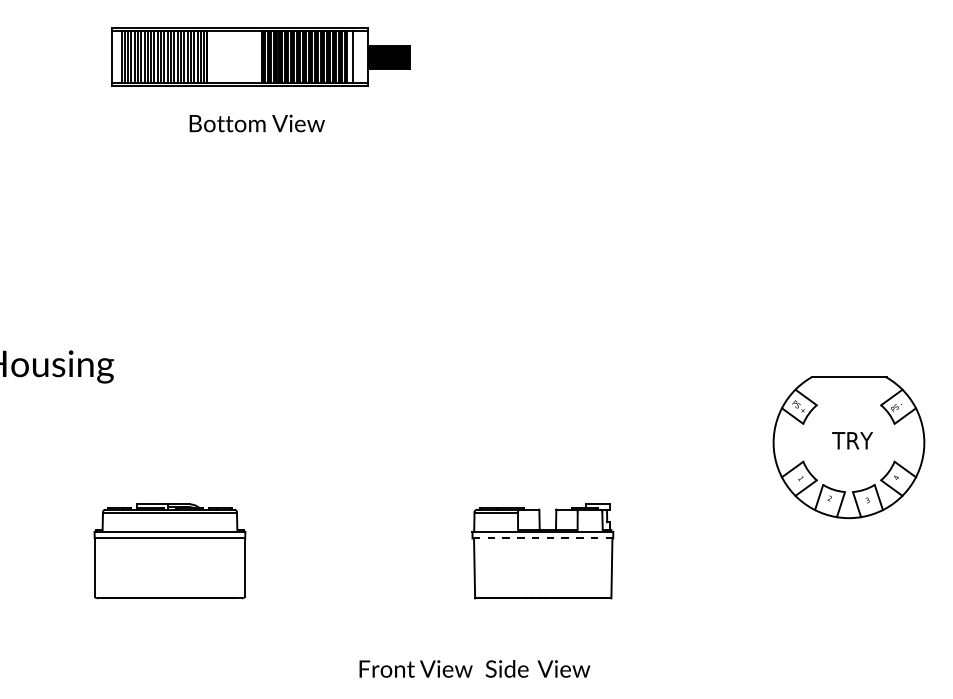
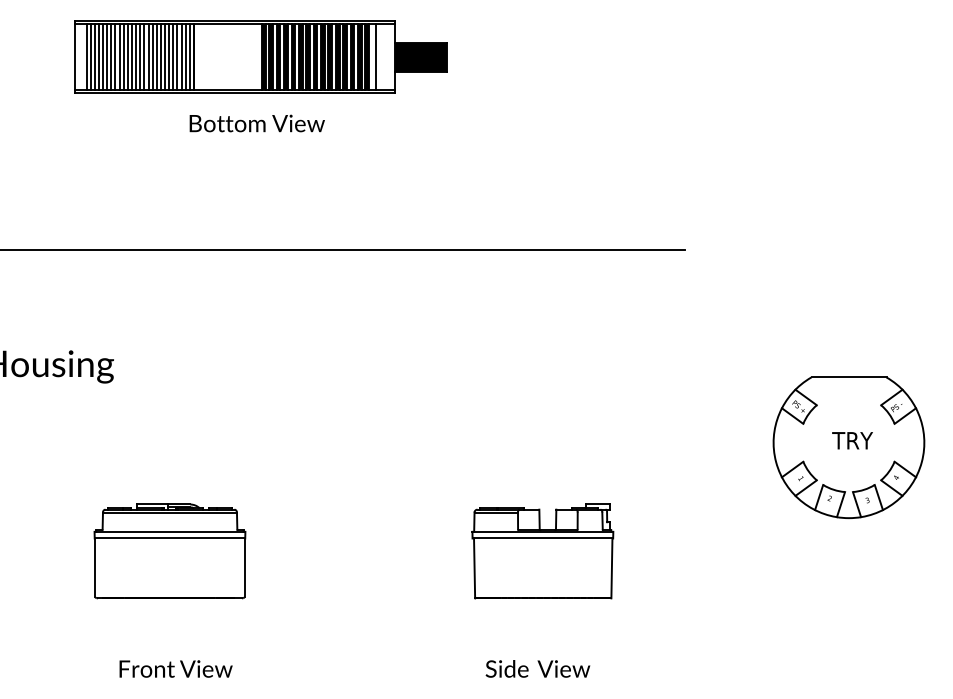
part at (260, 56) size: 300x60 px -> 374x74 px
line at (343, 250): none -> present
line at (542, 538): dashed -> solid
text at (415, 668) position: (415, 668) -> (175, 668)
